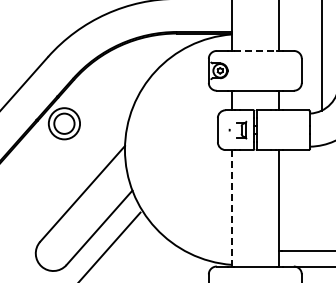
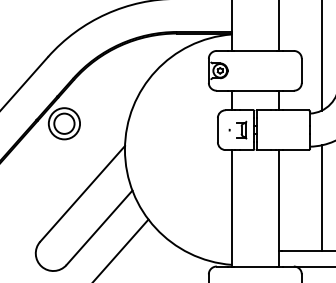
line at (255, 50): dashed -> solid
line at (321, 198): none -> present
line at (231, 207): dashed -> solid
line at (110, 245) position: (110, 245) -> (121, 249)
